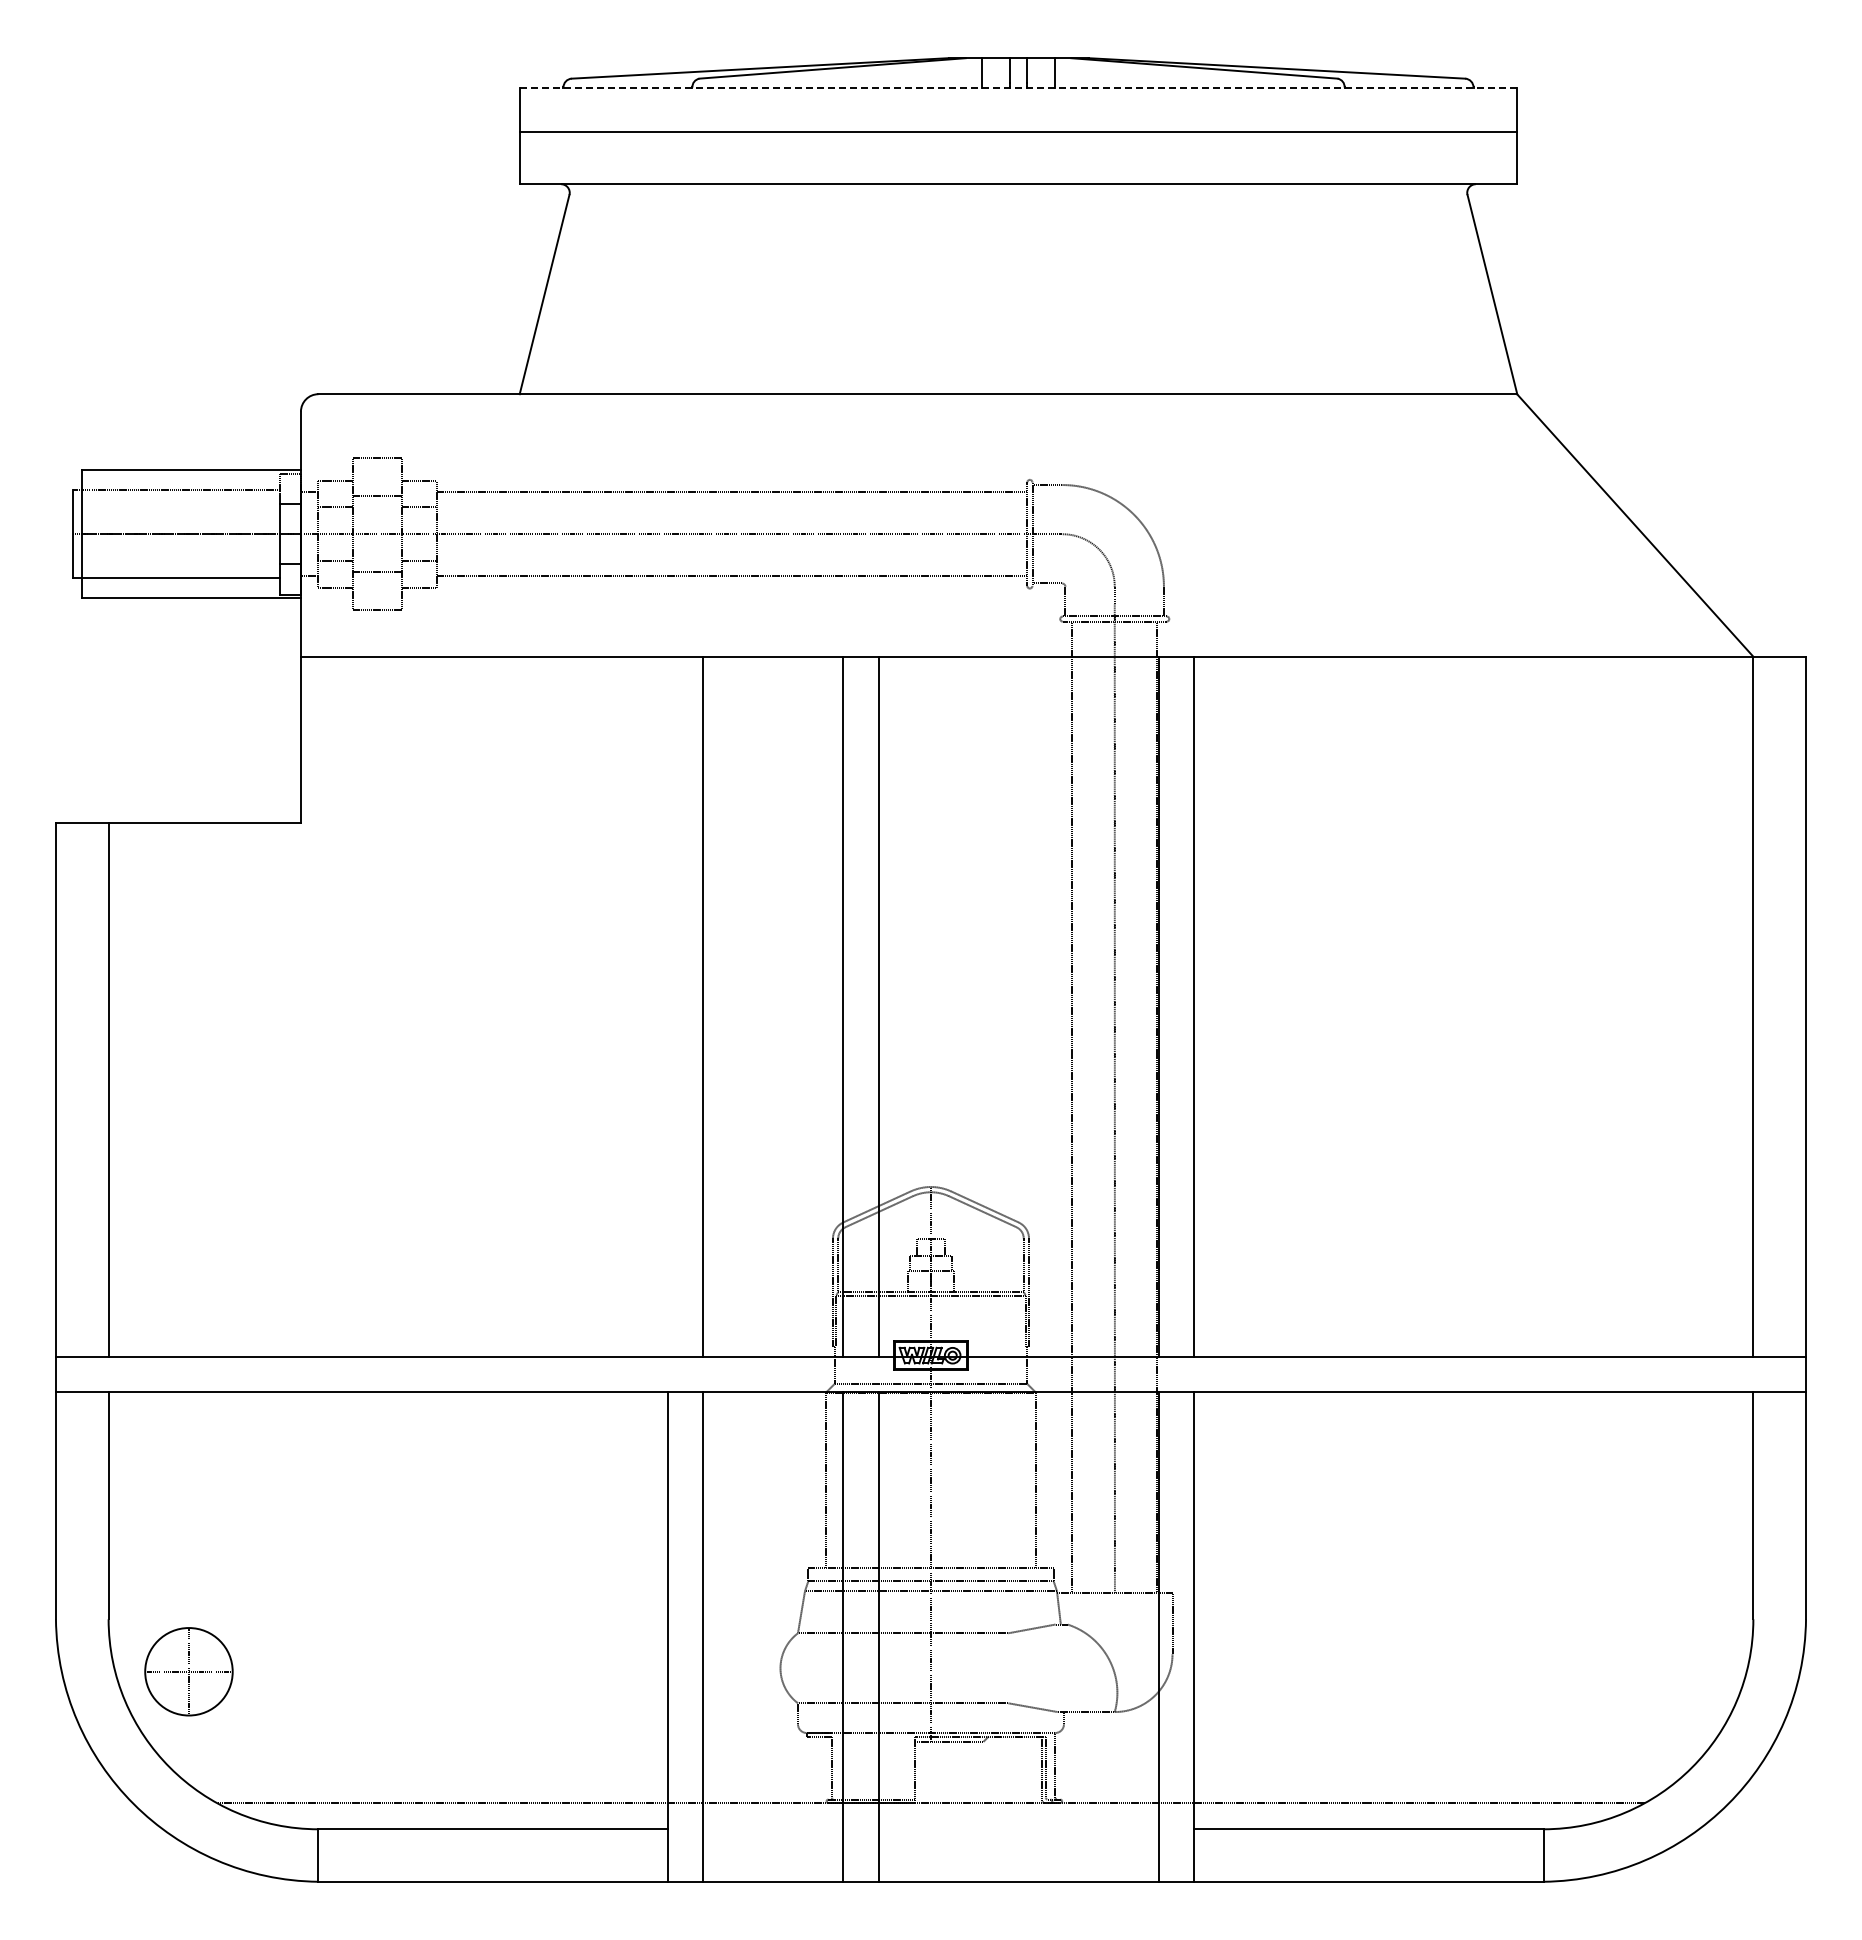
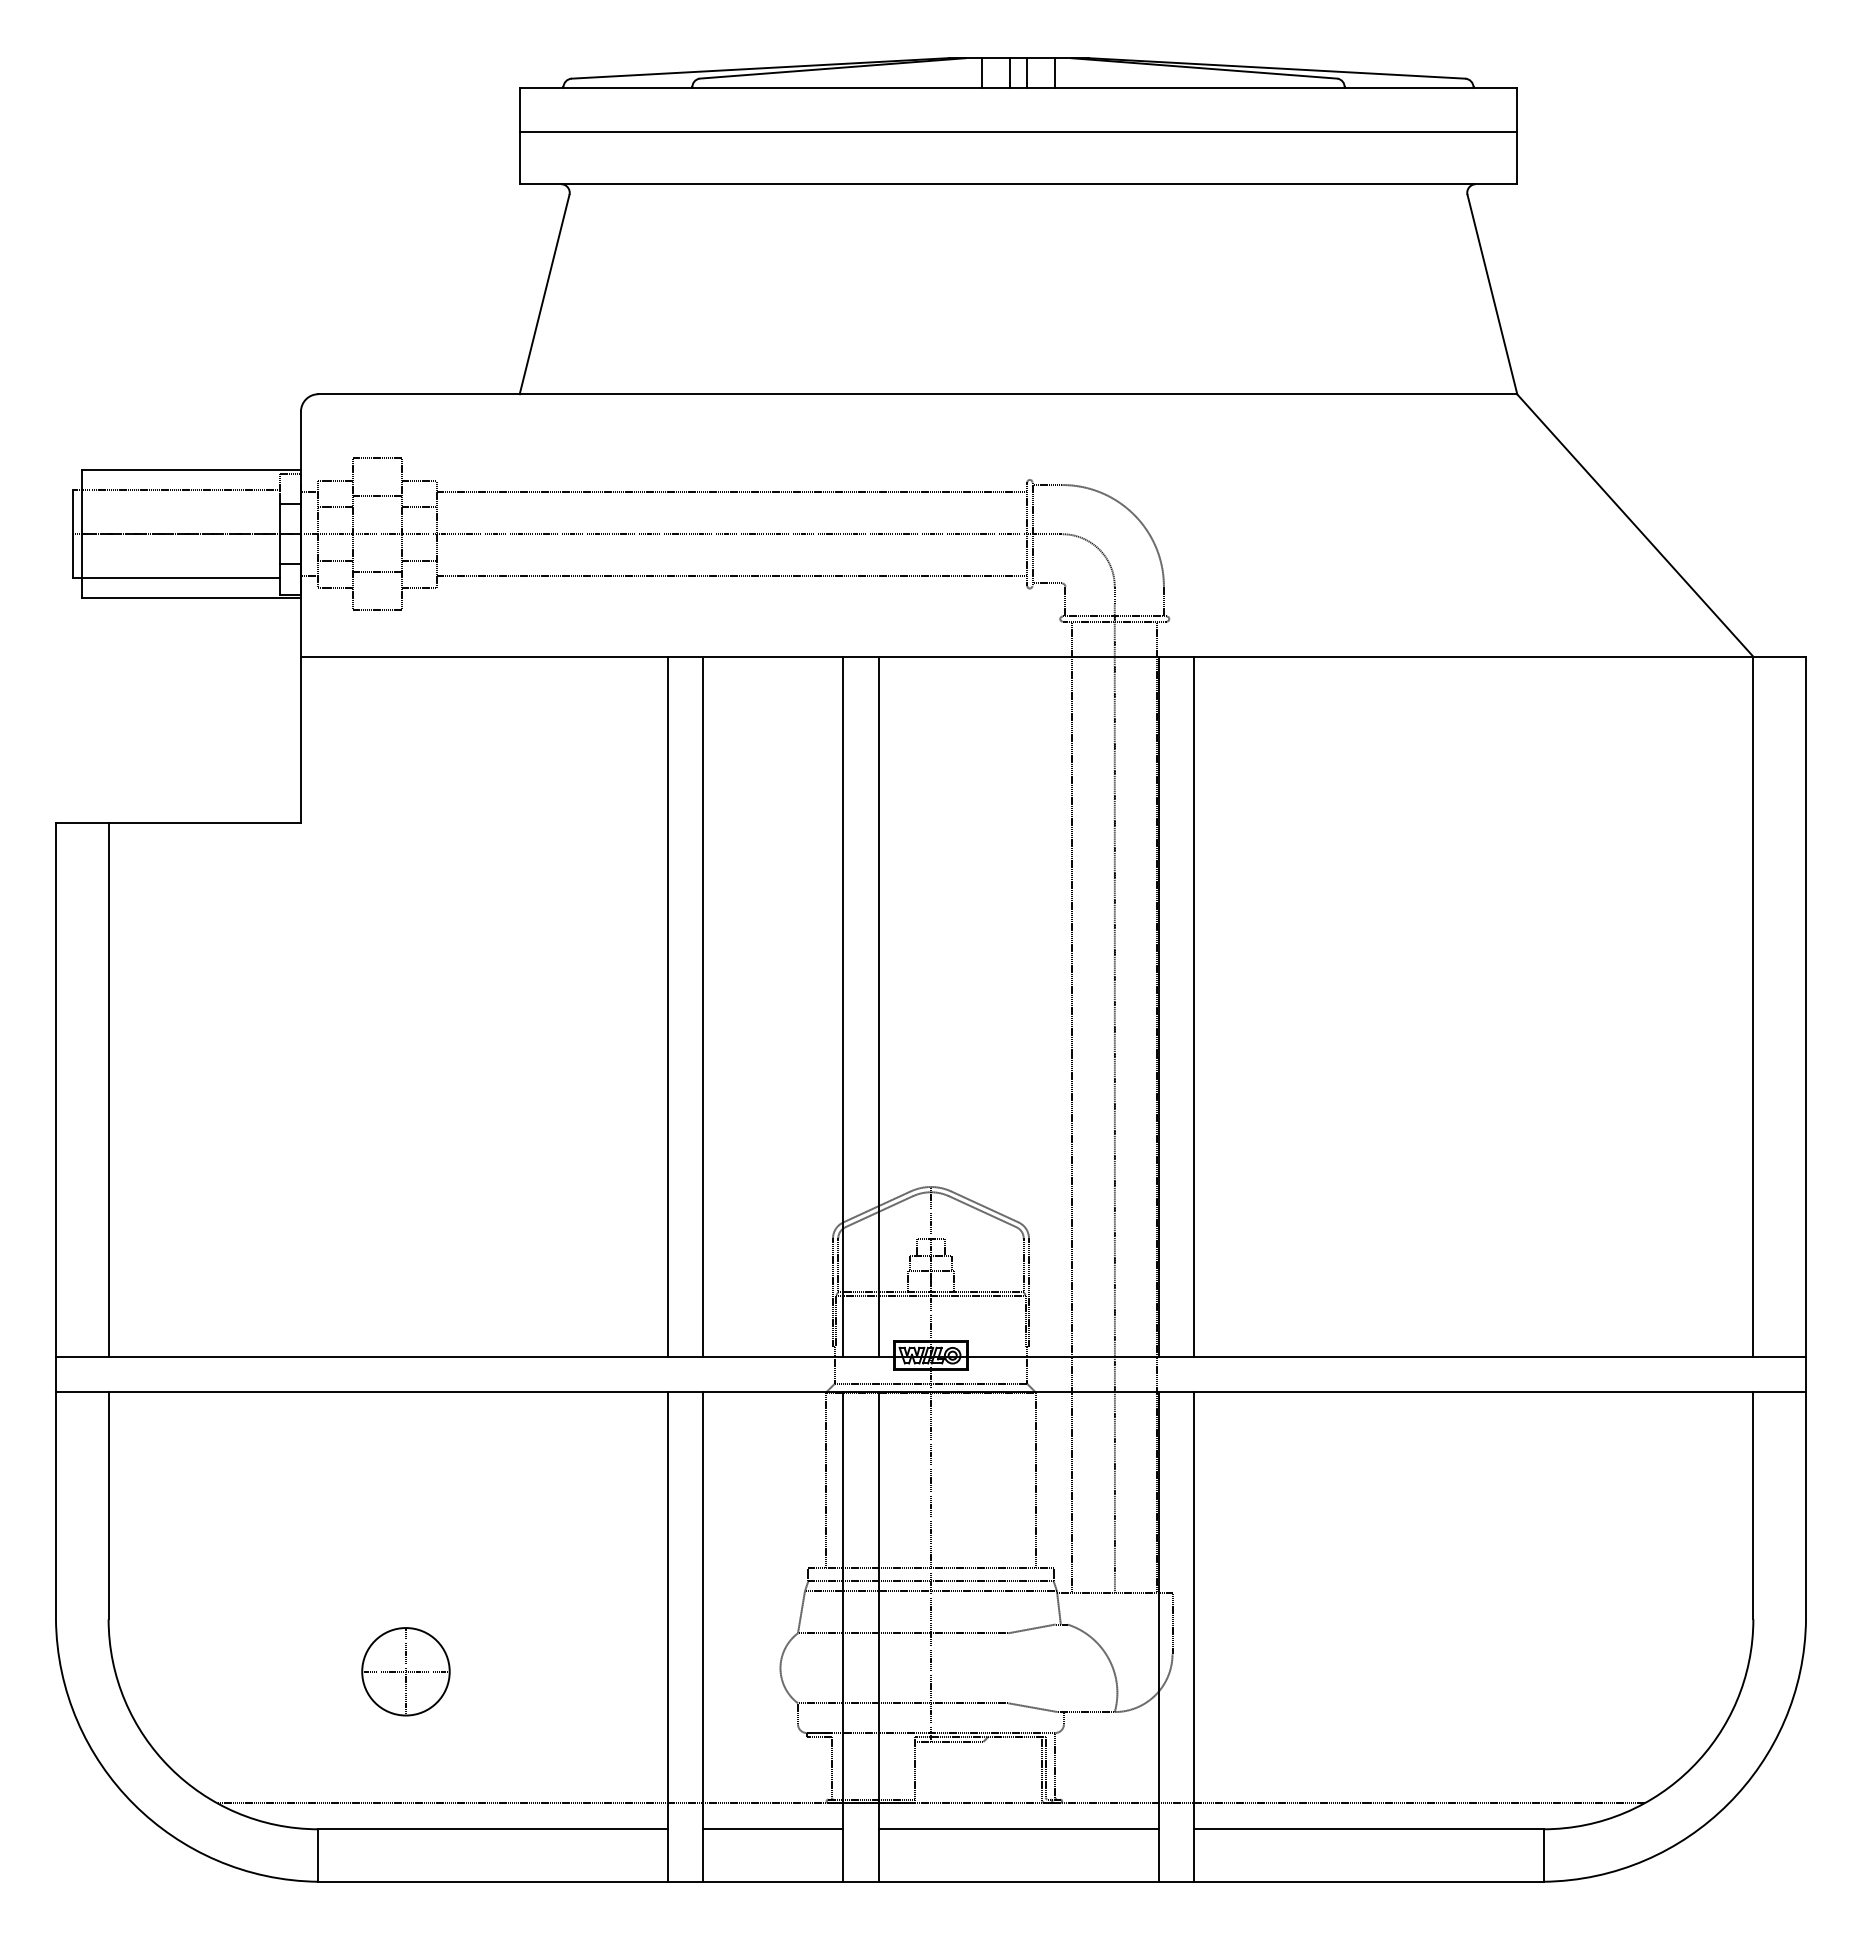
line at (1018, 87): dashed -> solid
line at (668, 1006): none -> present
part at (188, 1671) position: (188, 1671) -> (405, 1671)
line at (773, 1829): none -> present
line at (1018, 1829): none -> present
